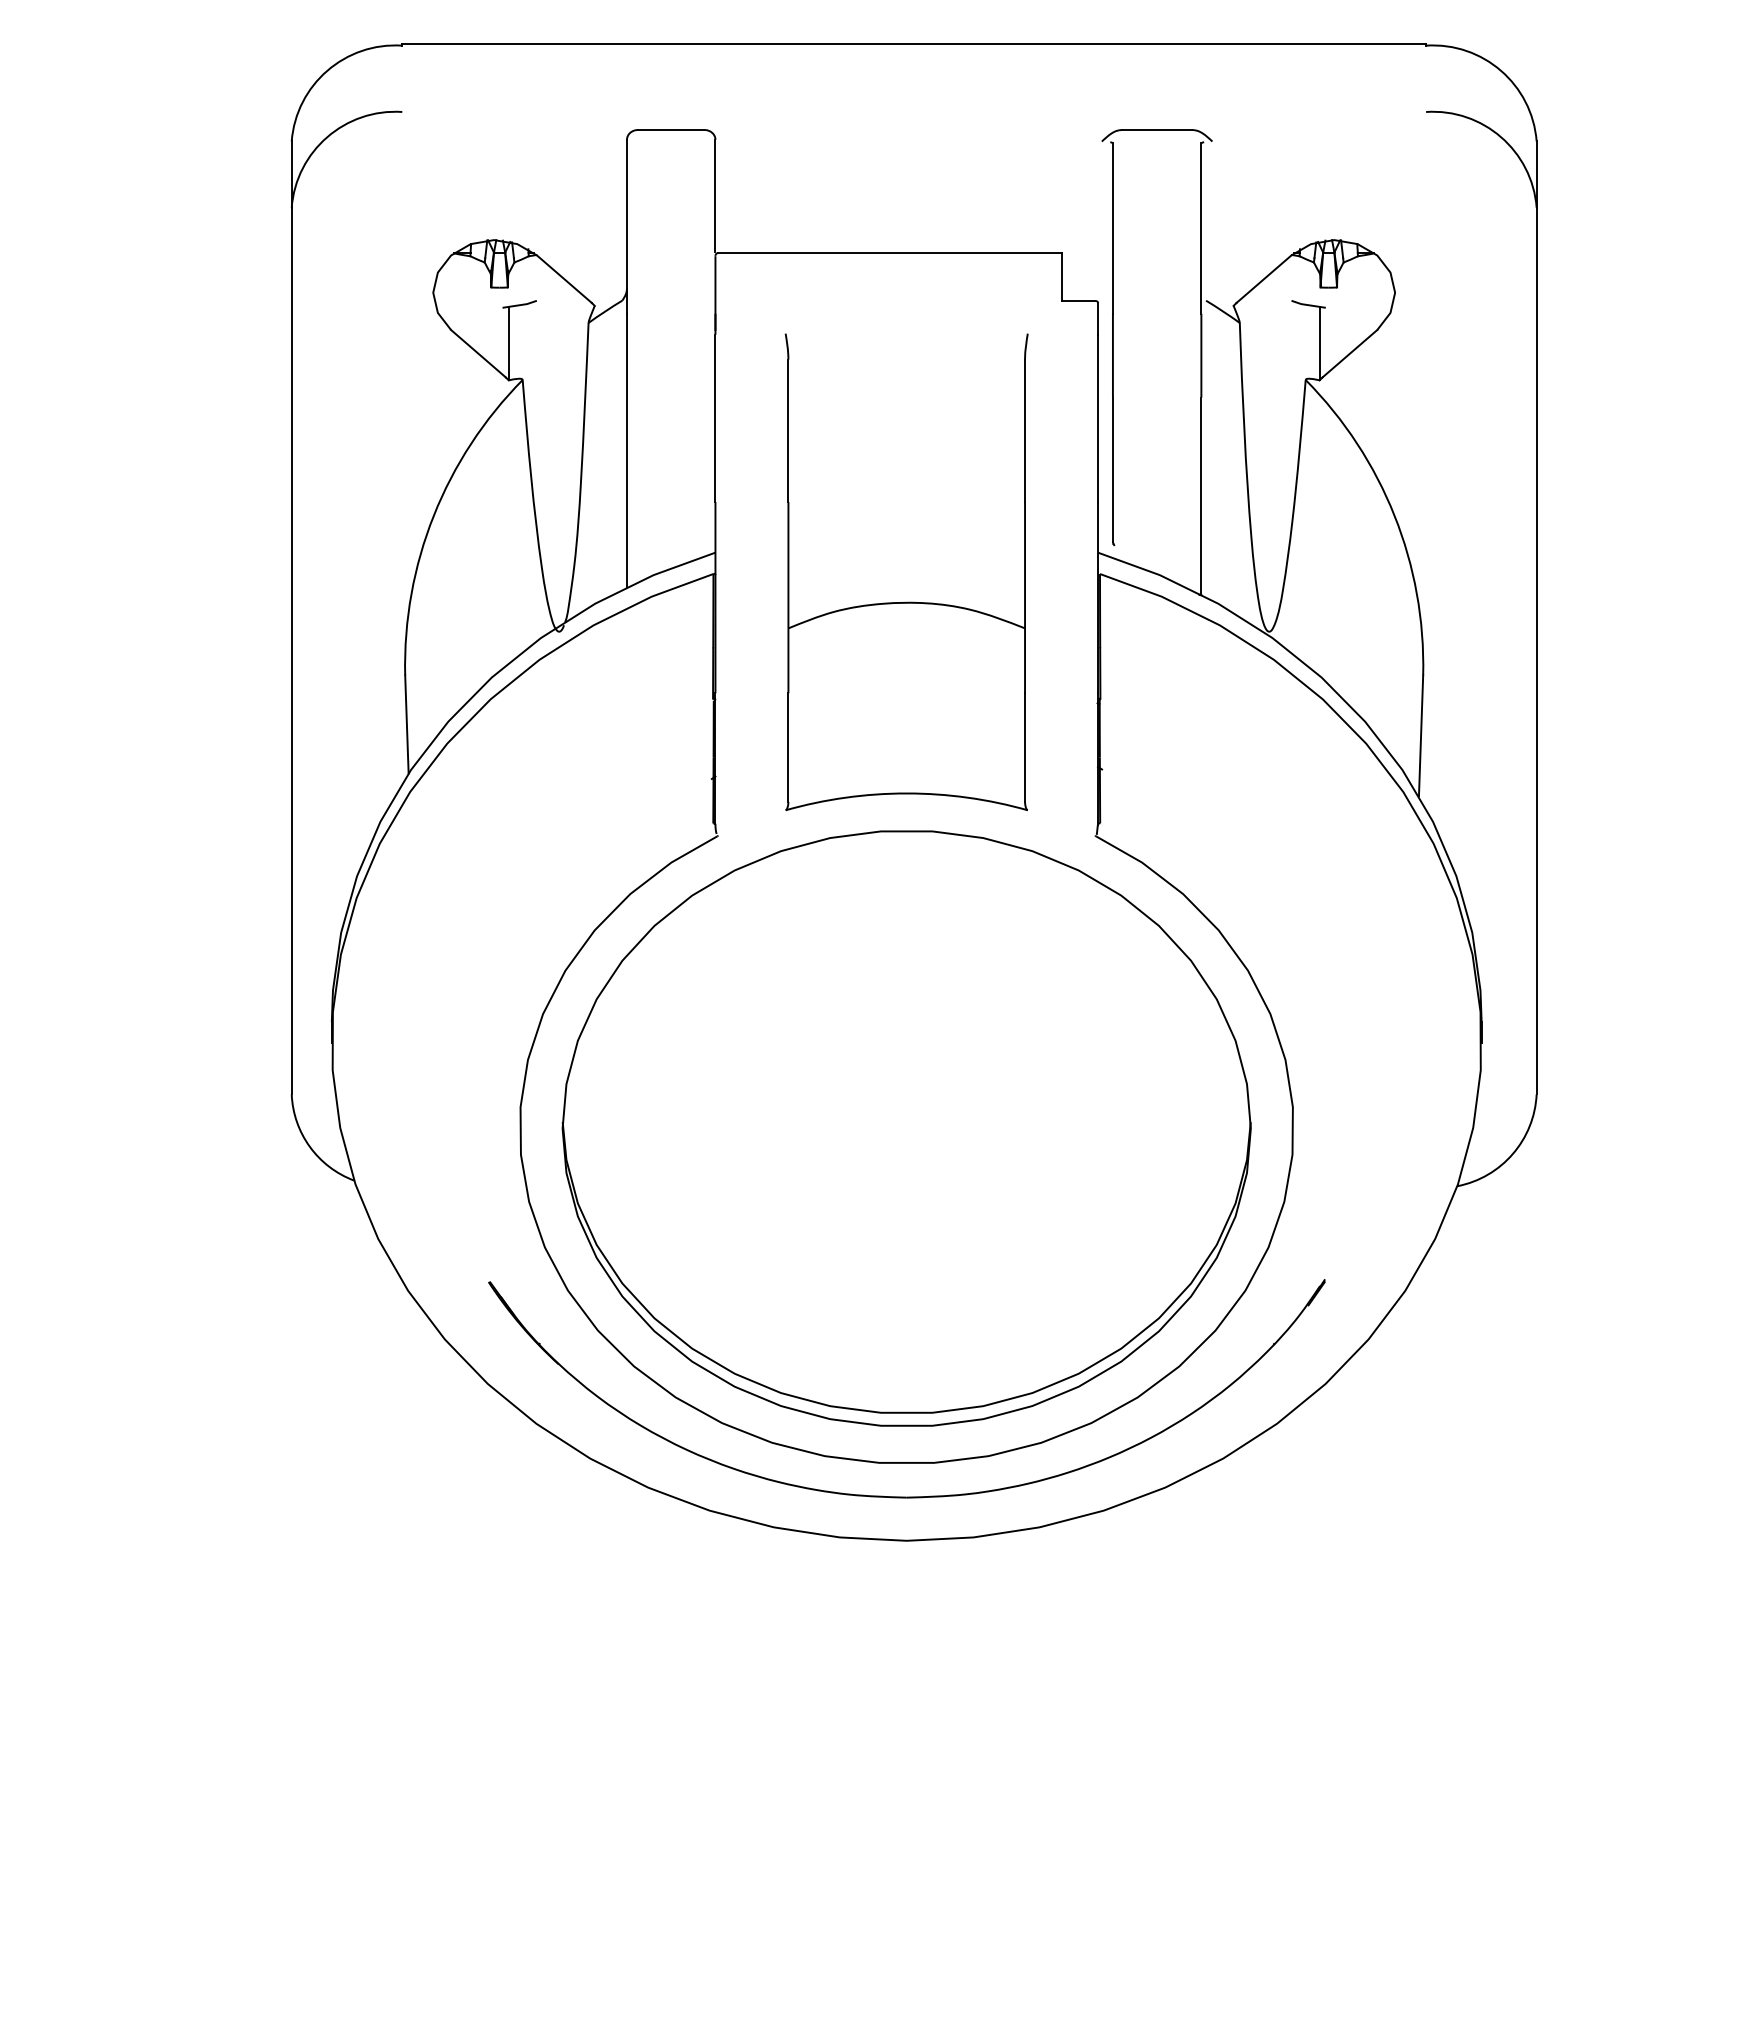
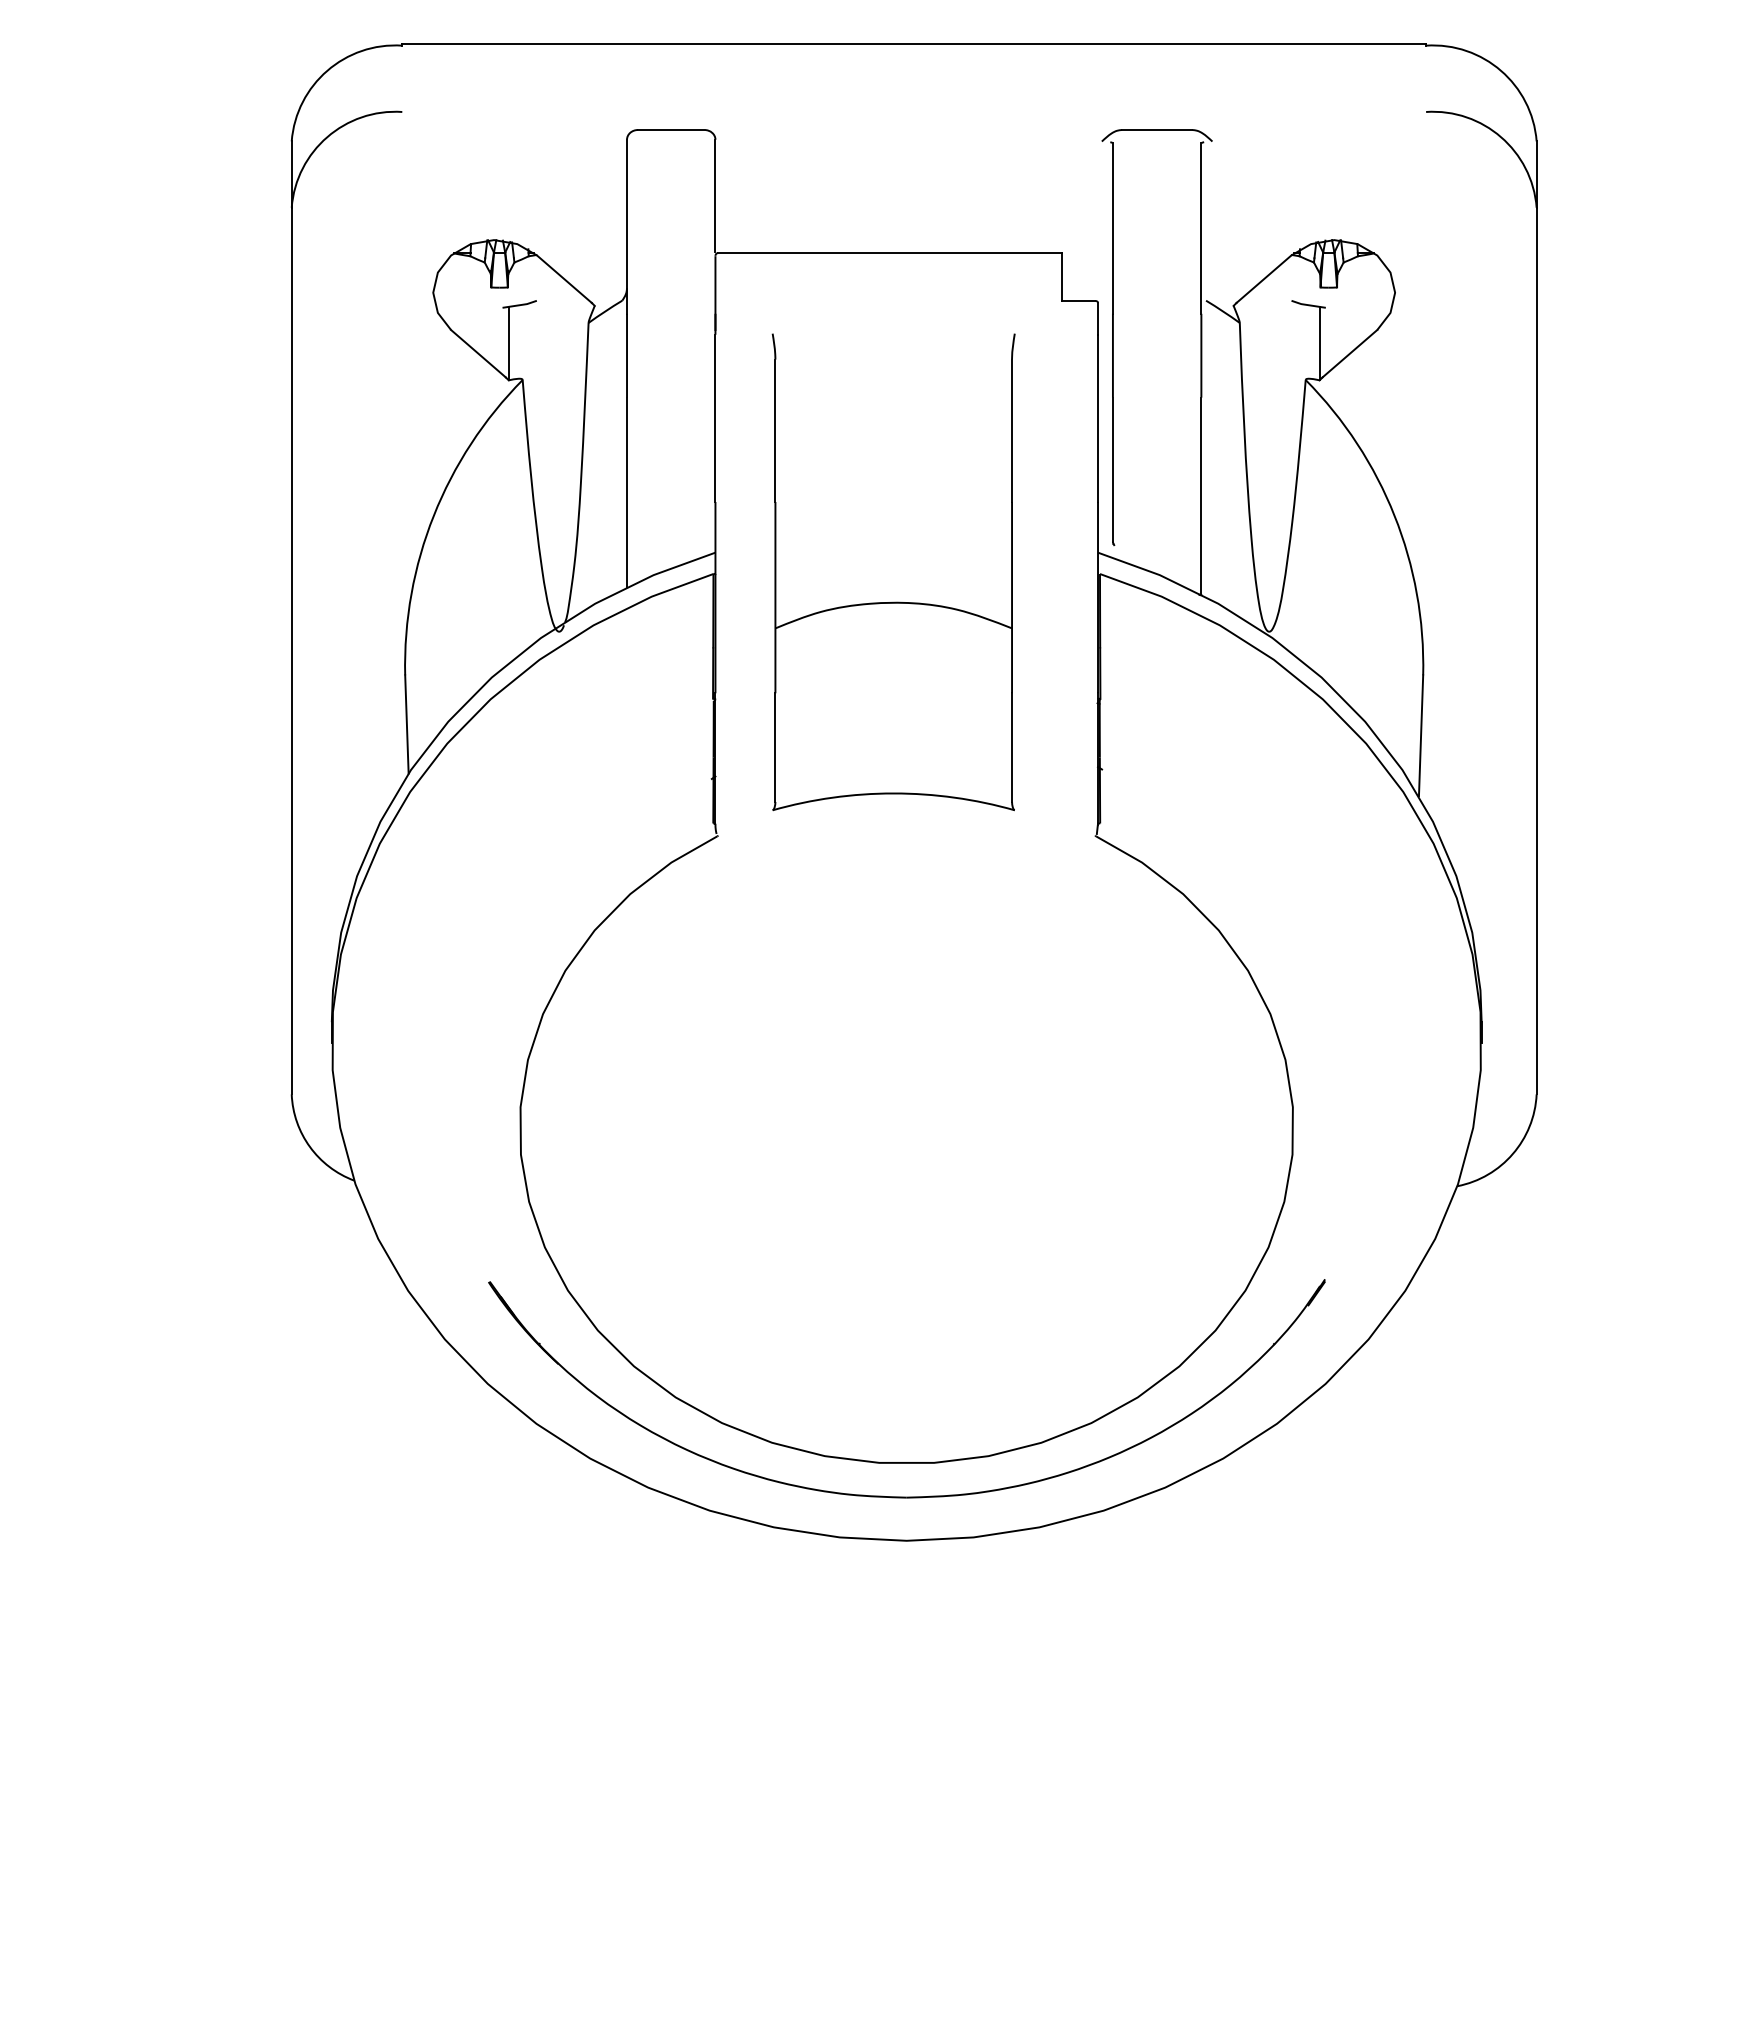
part at (906, 601) position: (906, 601) -> (893, 601)
part at (906, 1128): present -> none
